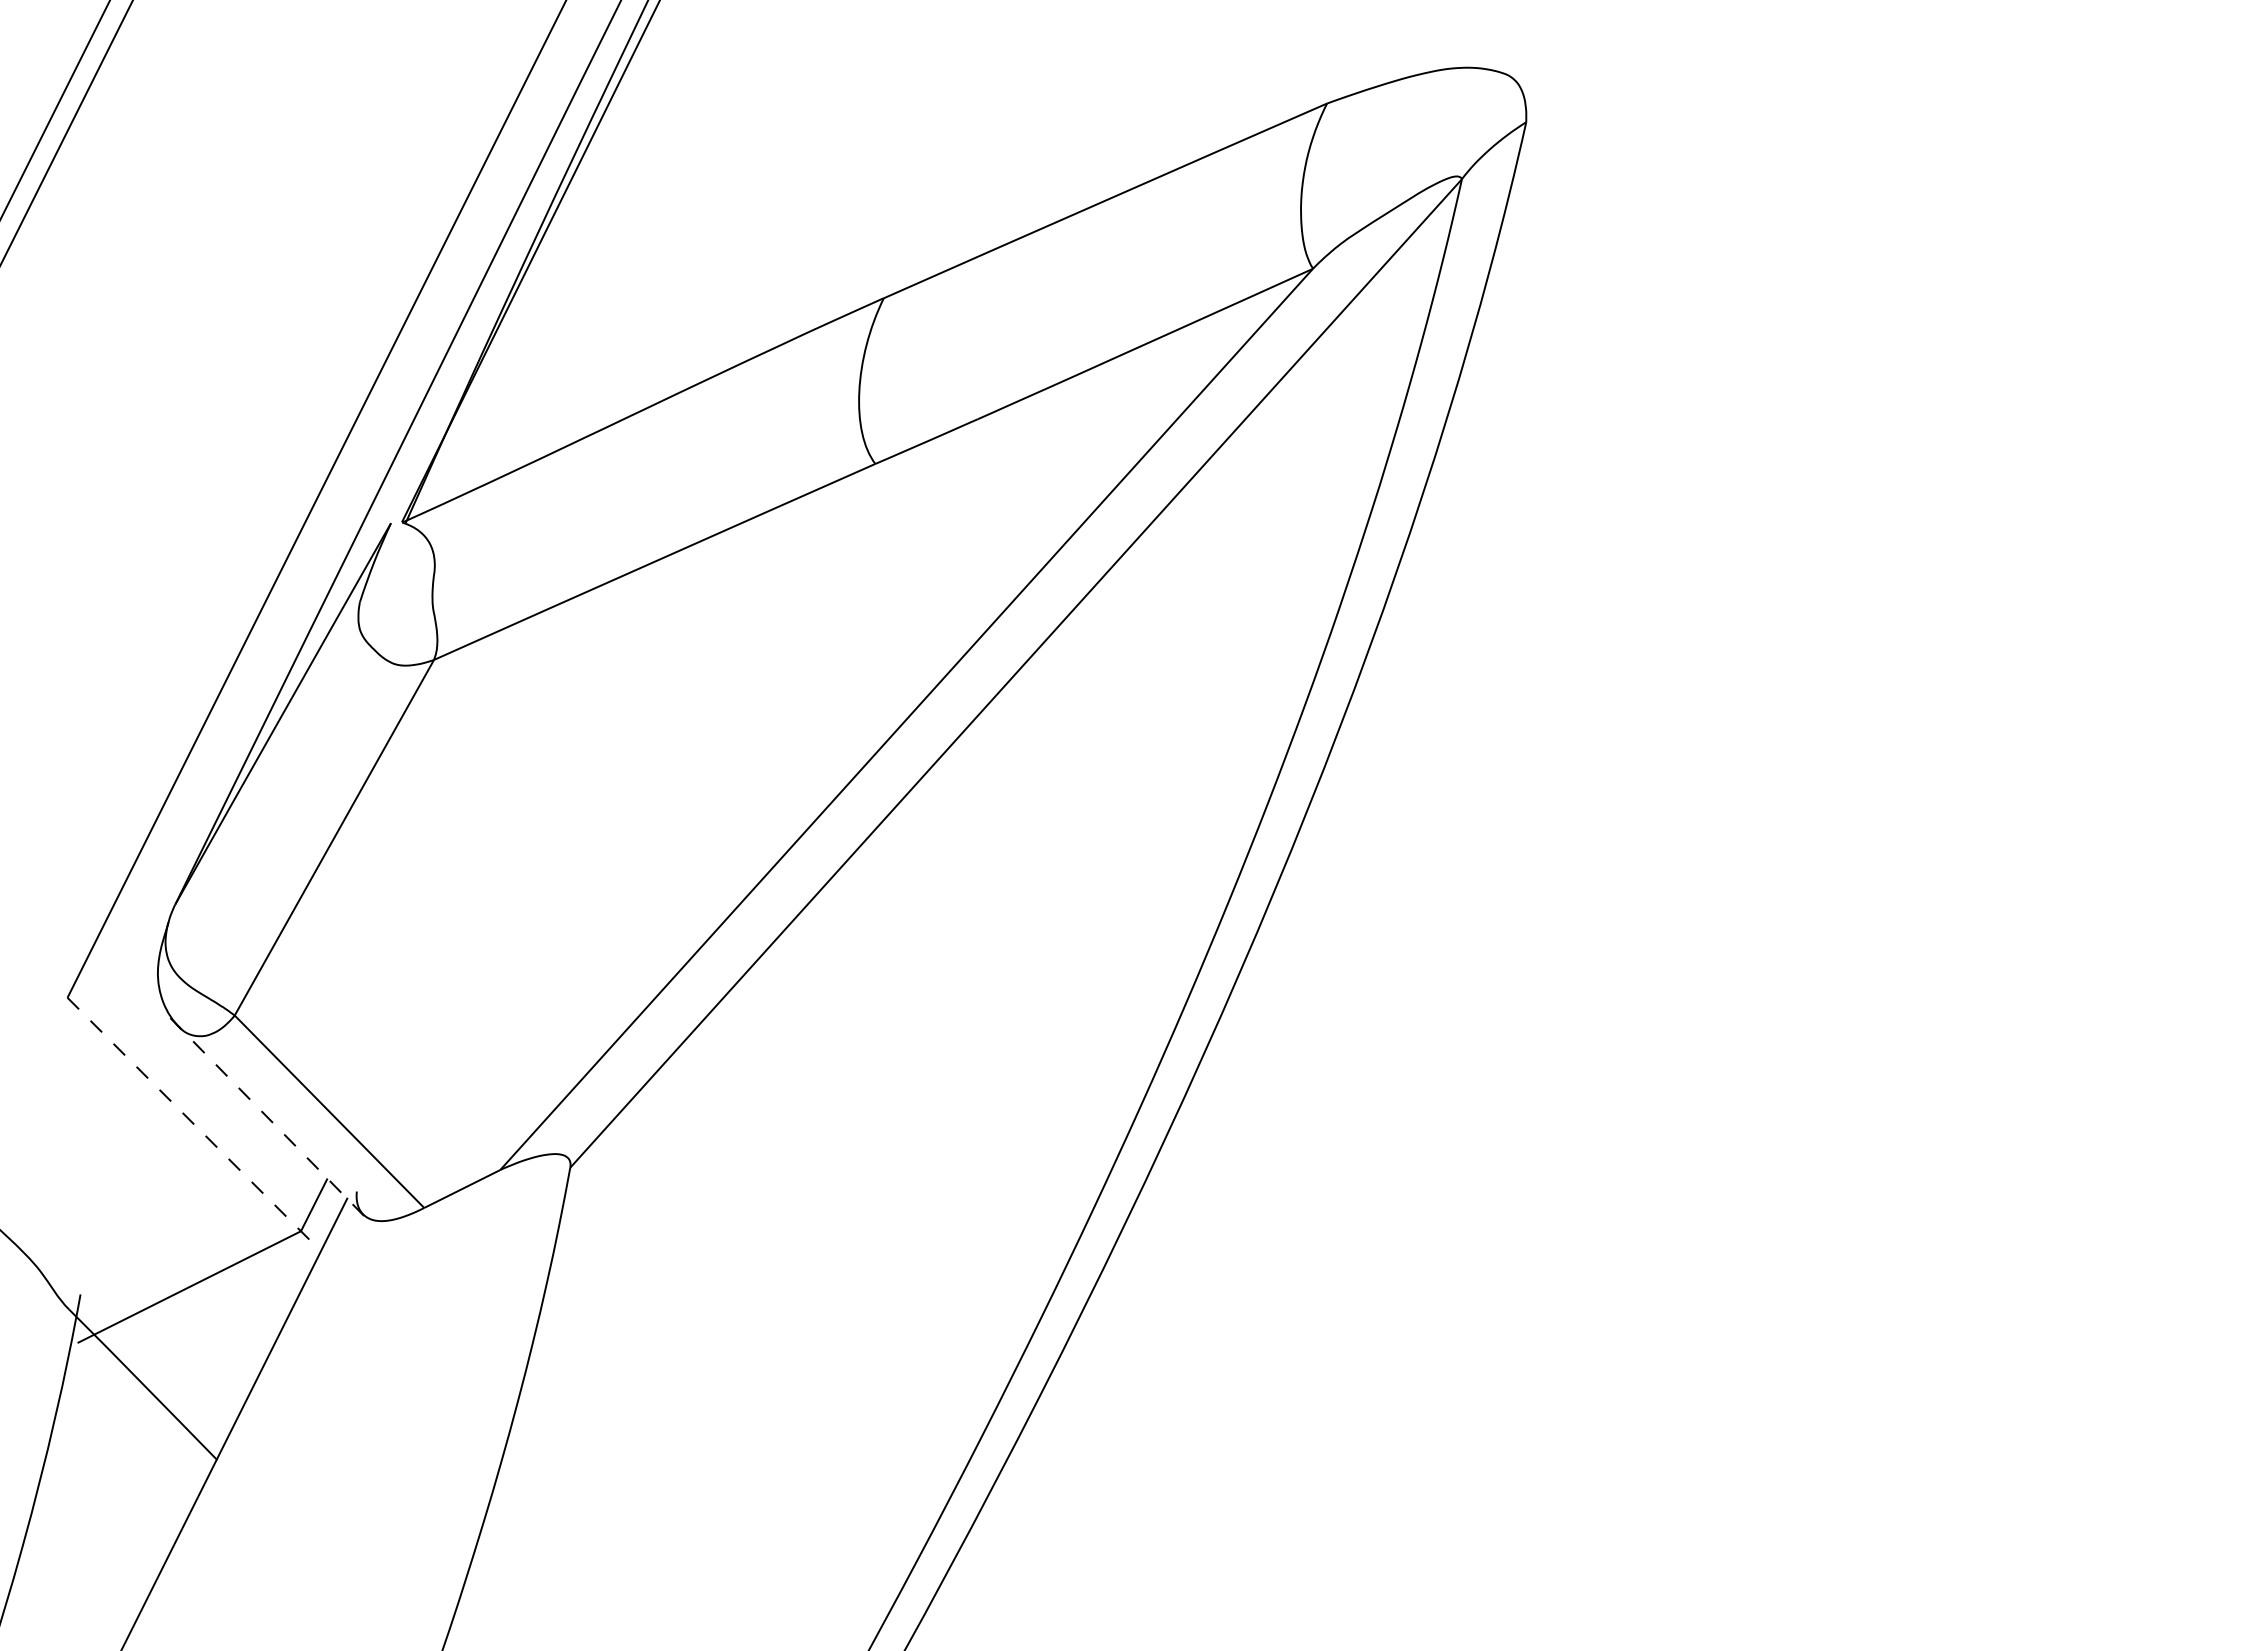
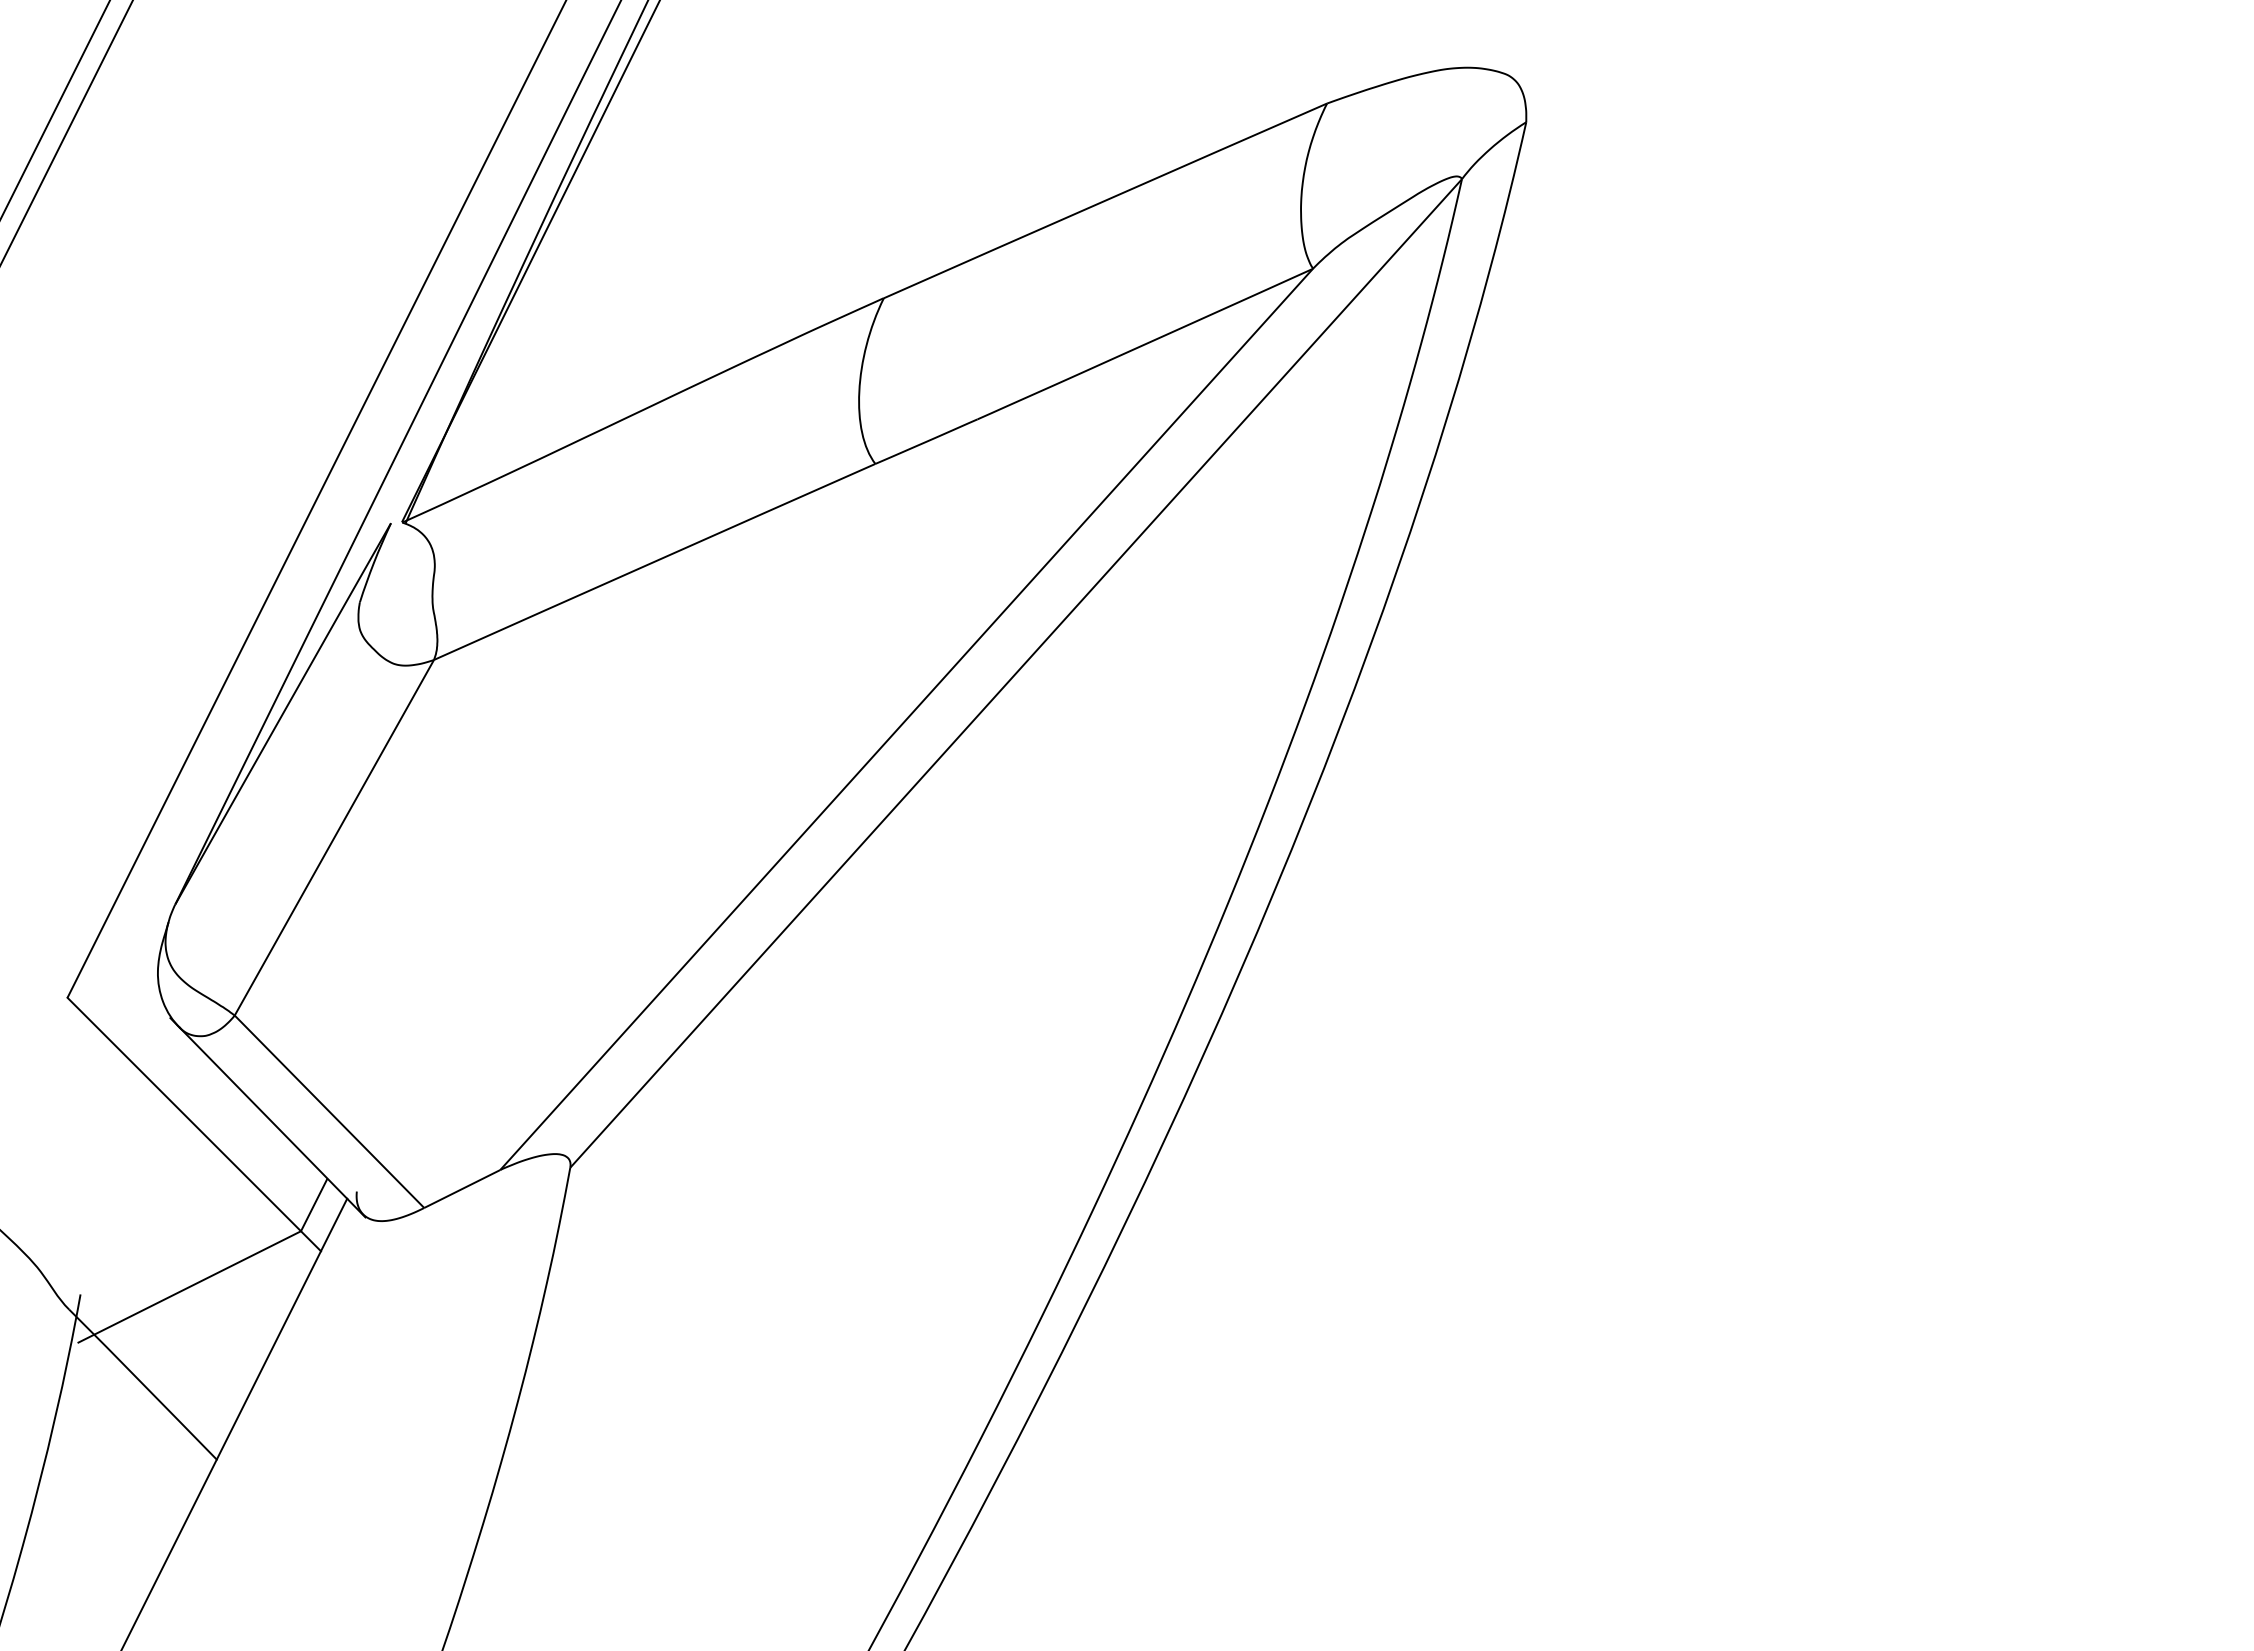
line at (268, 1118): dashed -> solid
line at (194, 1124): dashed -> solid
